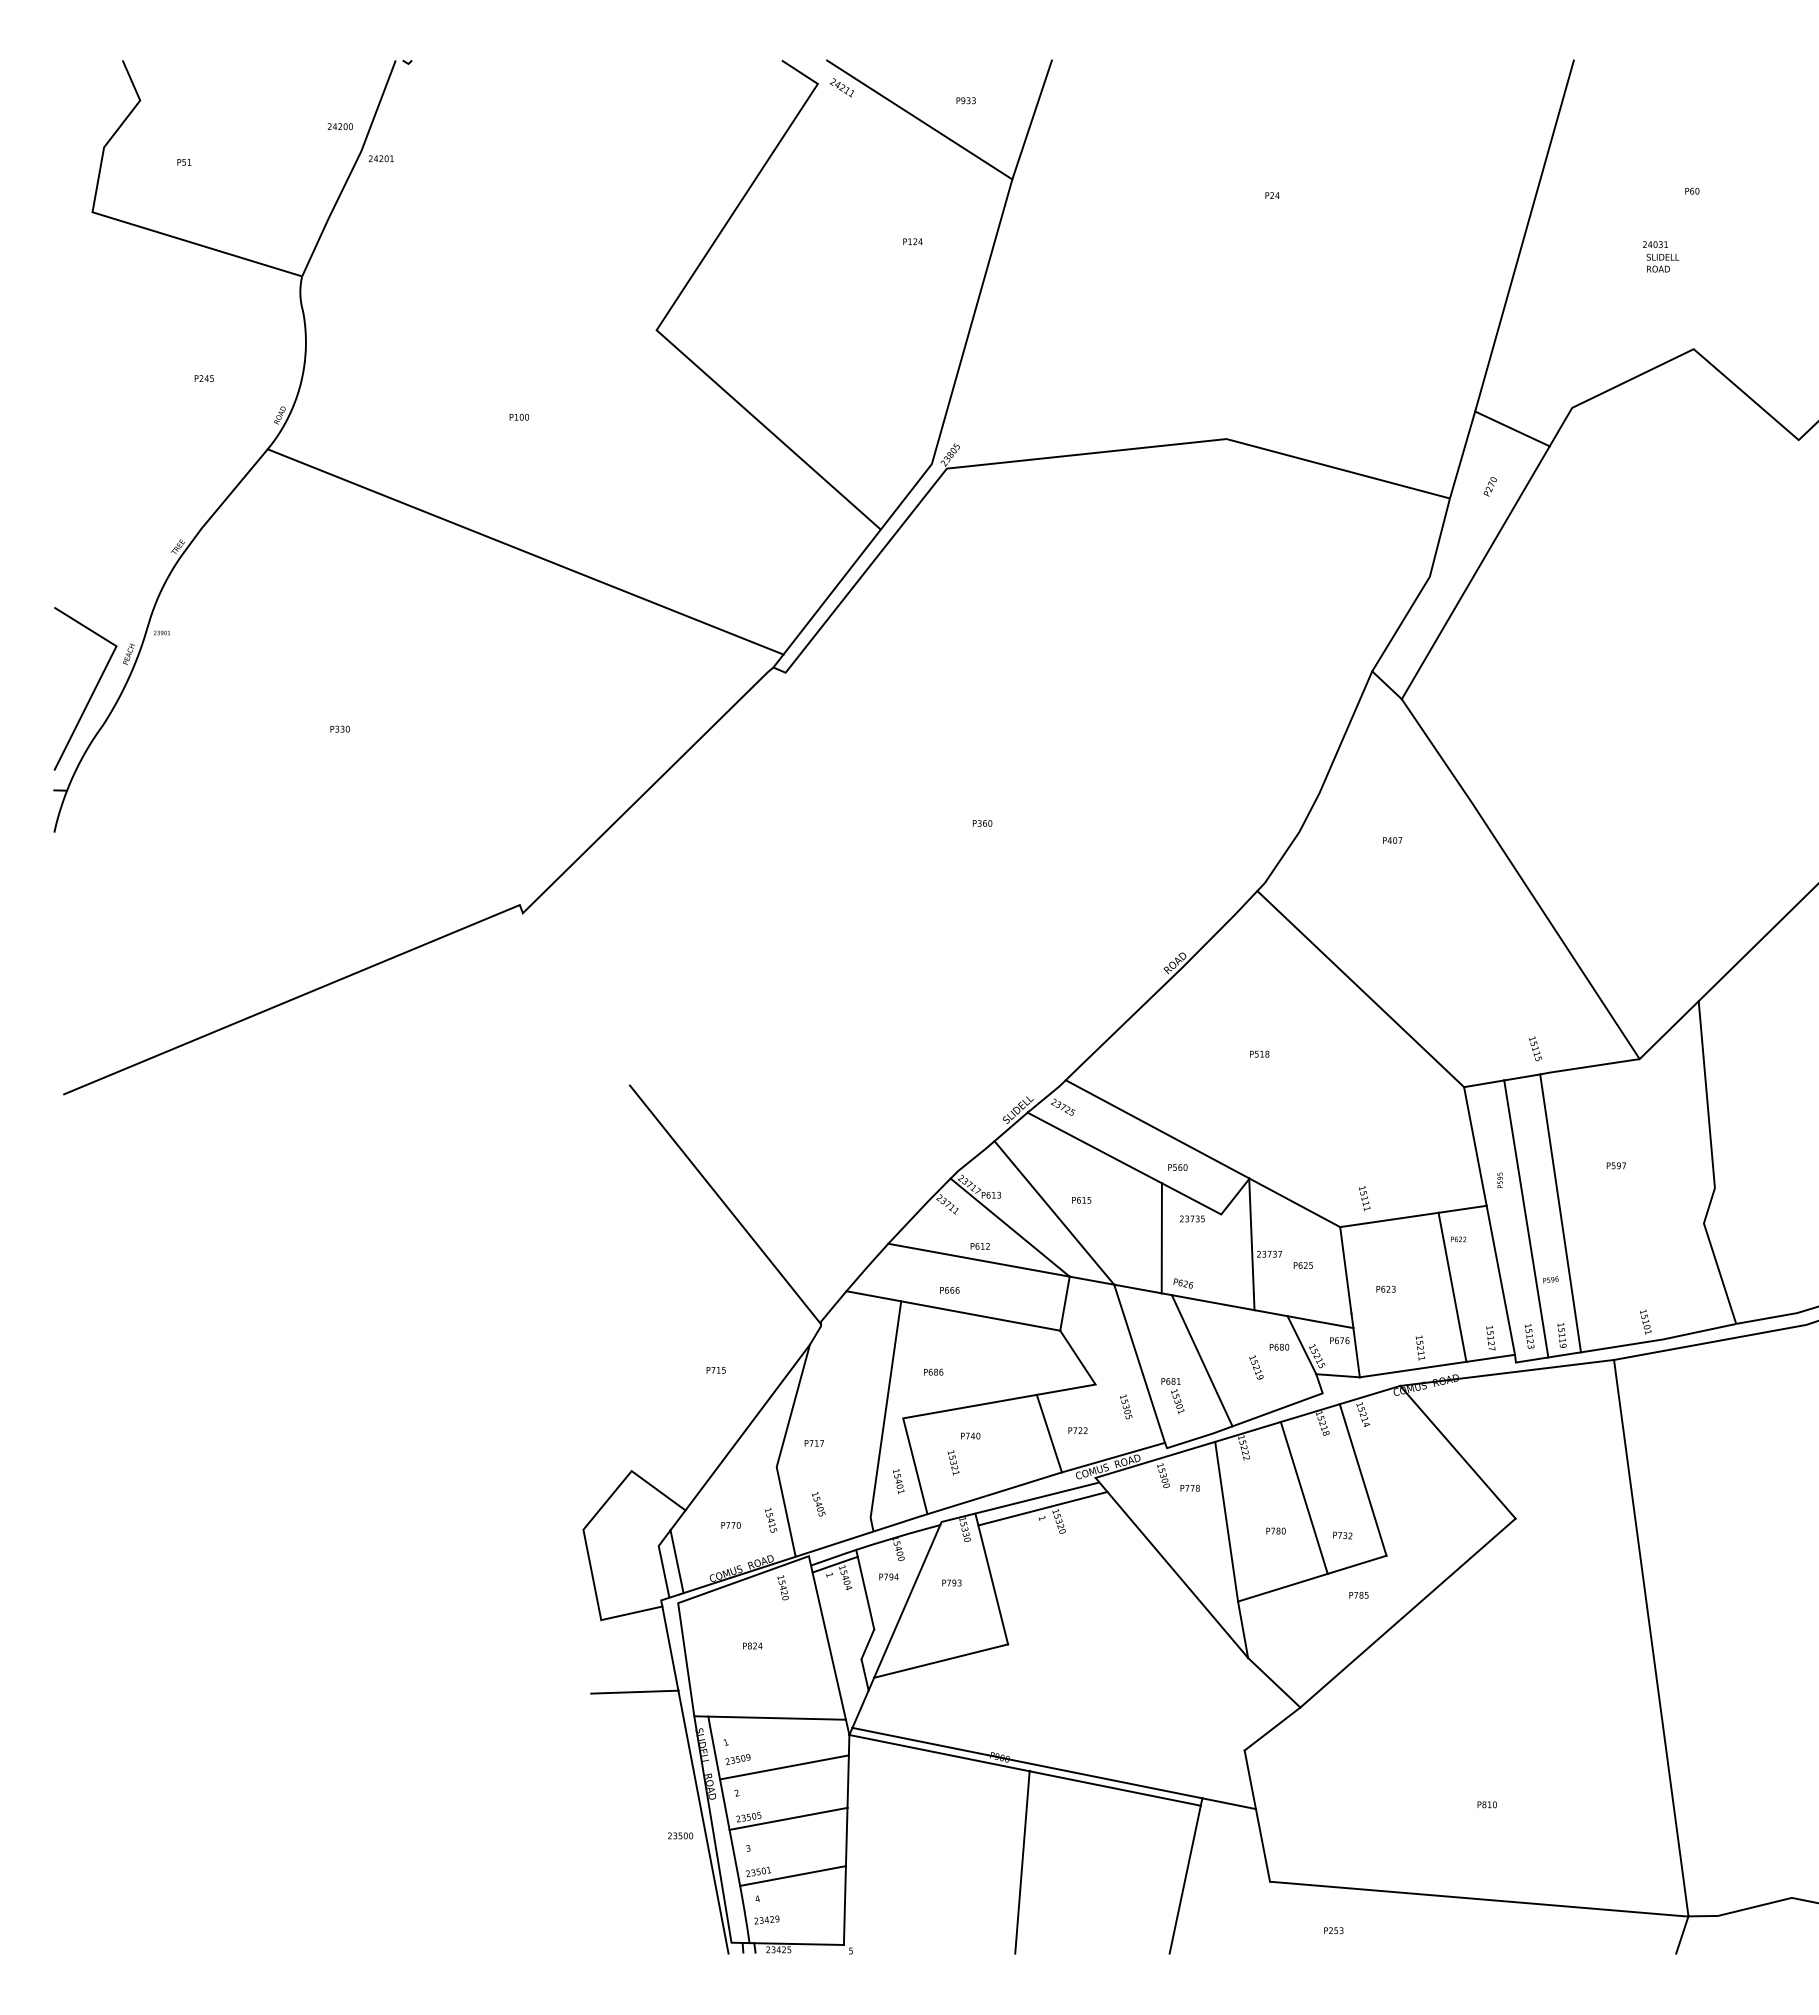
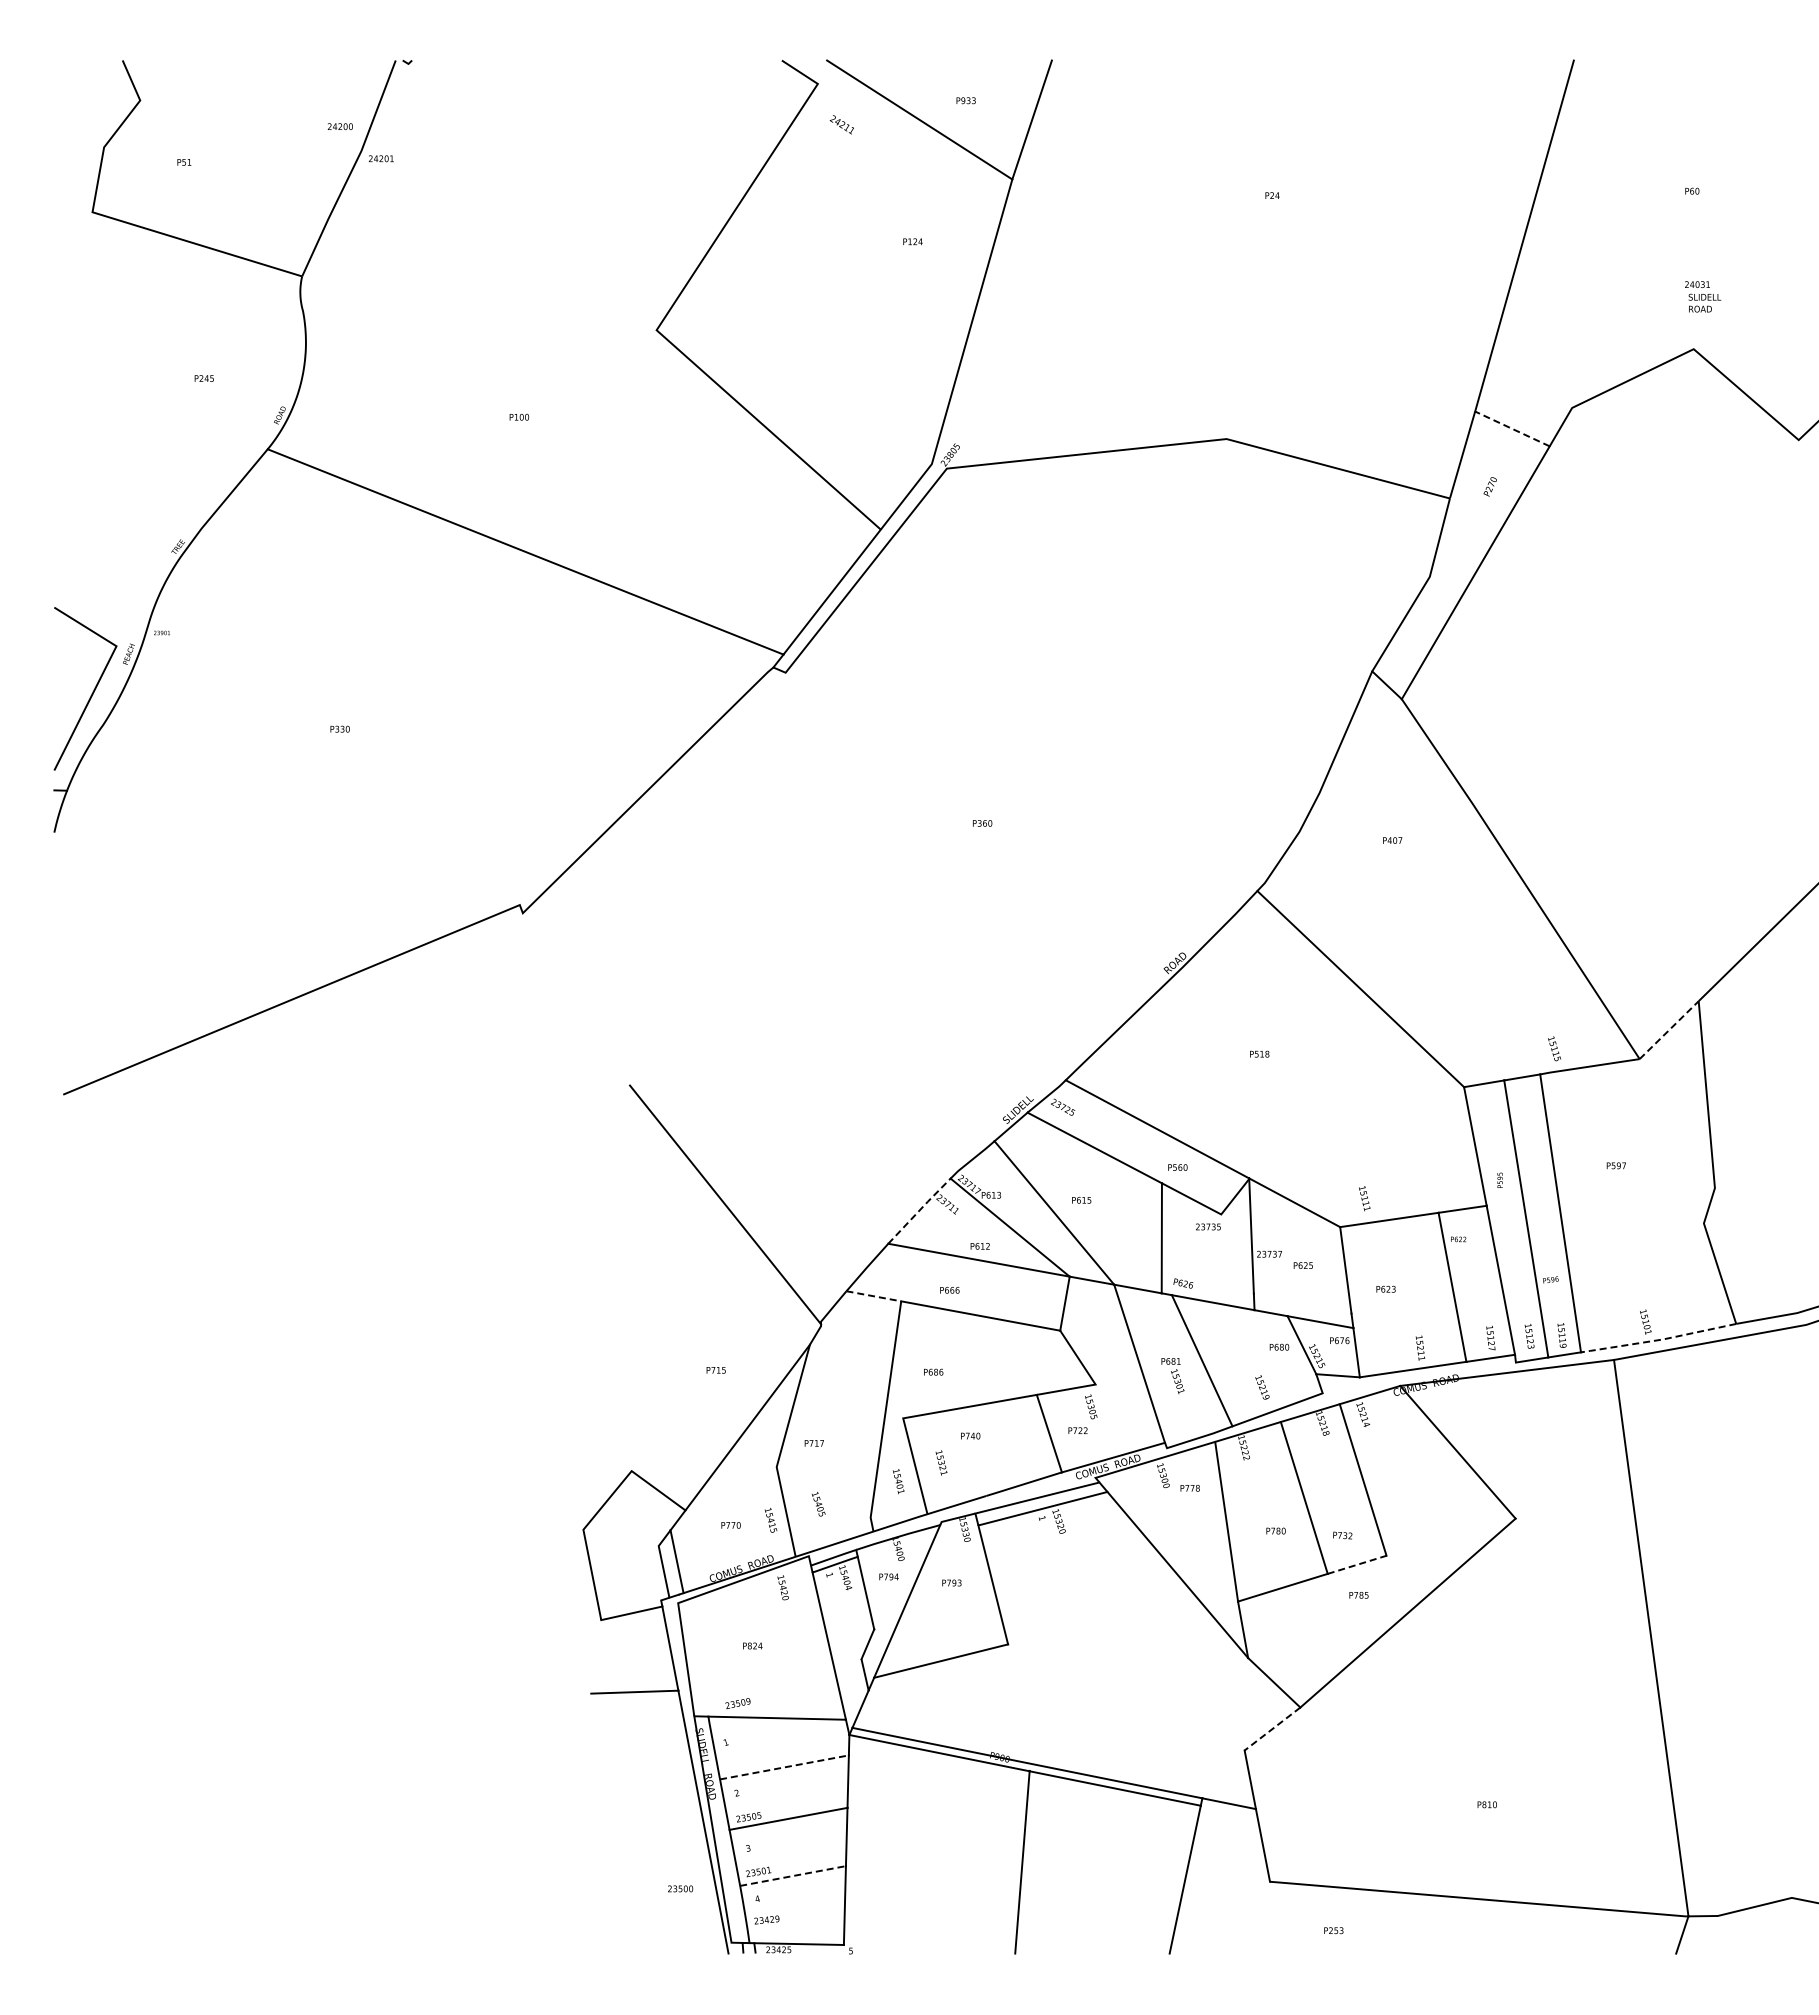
text at (841, 87) position: (841, 87) -> (841, 124)
text at (1661, 256) position: (1661, 256) -> (1703, 296)
line at (1512, 428): solid -> dashed
line at (1669, 1029): solid -> dashed
text at (1535, 1048) position: (1535, 1048) -> (1554, 1048)
line at (919, 1210): solid -> dashed
text at (1192, 1218) position: (1192, 1218) -> (1208, 1226)
line at (873, 1296): solid -> dashed
line at (1658, 1340): solid -> dashed
text at (1256, 1367) position: (1256, 1367) -> (1262, 1387)
text at (1172, 1395) position: (1172, 1395) -> (1172, 1375)
text at (1126, 1406) position: (1126, 1406) -> (1091, 1406)
text at (953, 1462) position: (953, 1462) -> (941, 1462)
line at (1357, 1564): solid -> dashed
line at (1272, 1729): solid -> dashed
text at (737, 1759) position: (737, 1759) -> (737, 1703)
line at (784, 1767): solid -> dashed
text at (680, 1835) position: (680, 1835) -> (680, 1888)
line at (793, 1876): solid -> dashed
